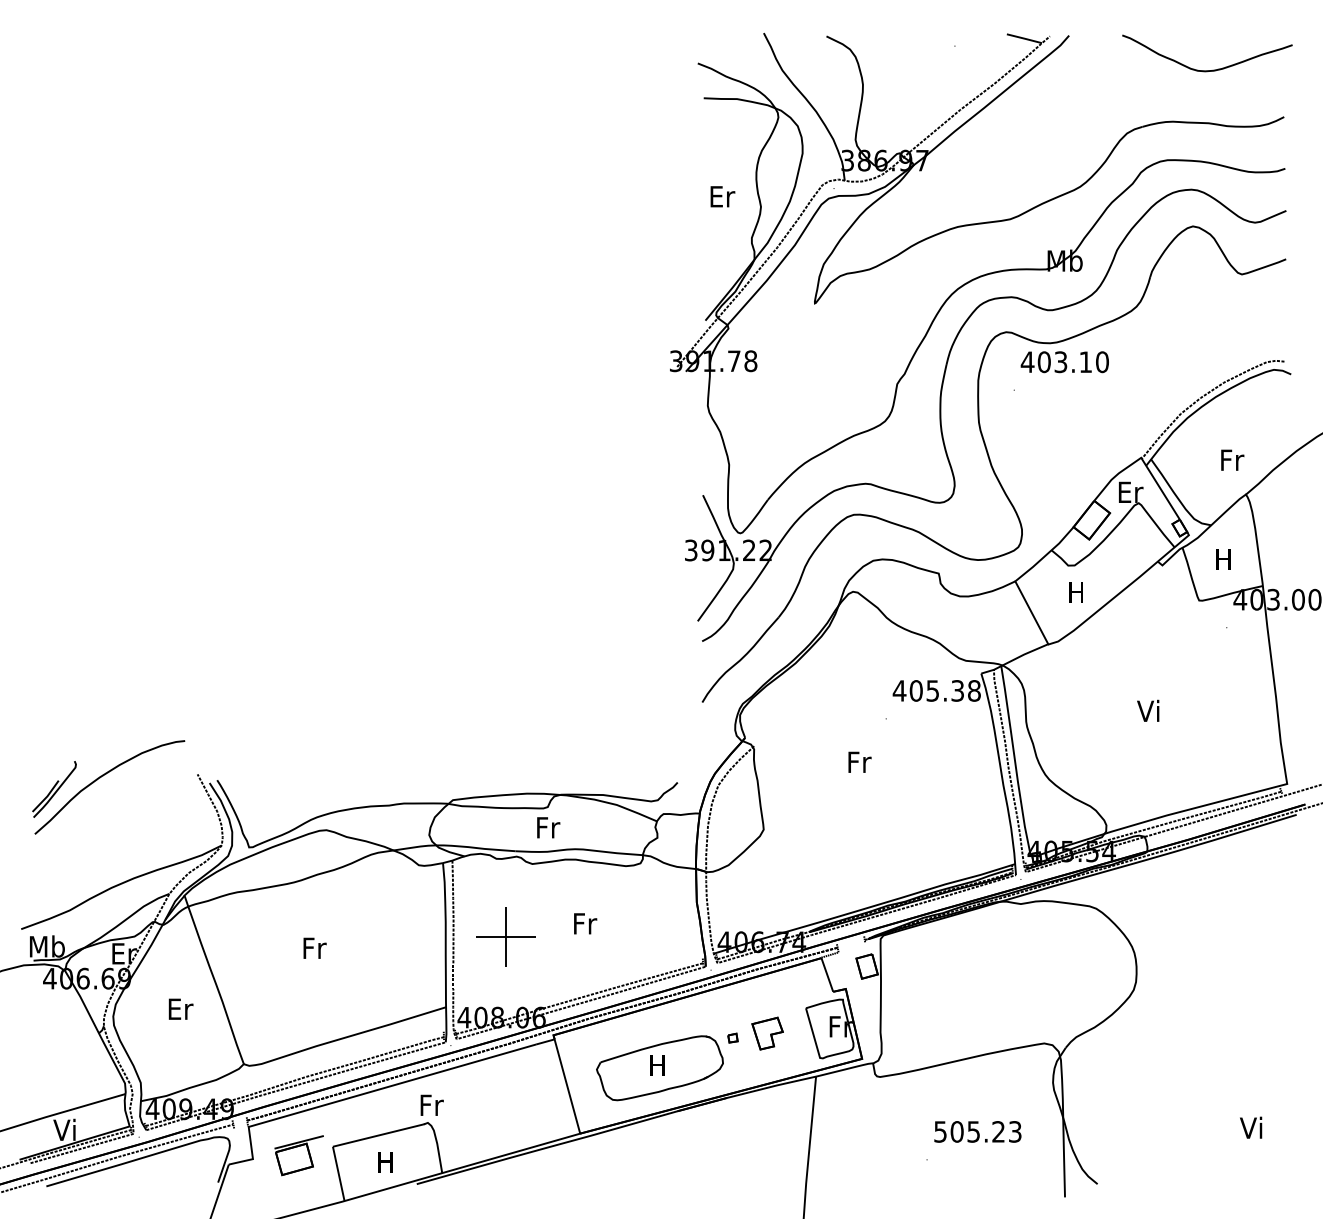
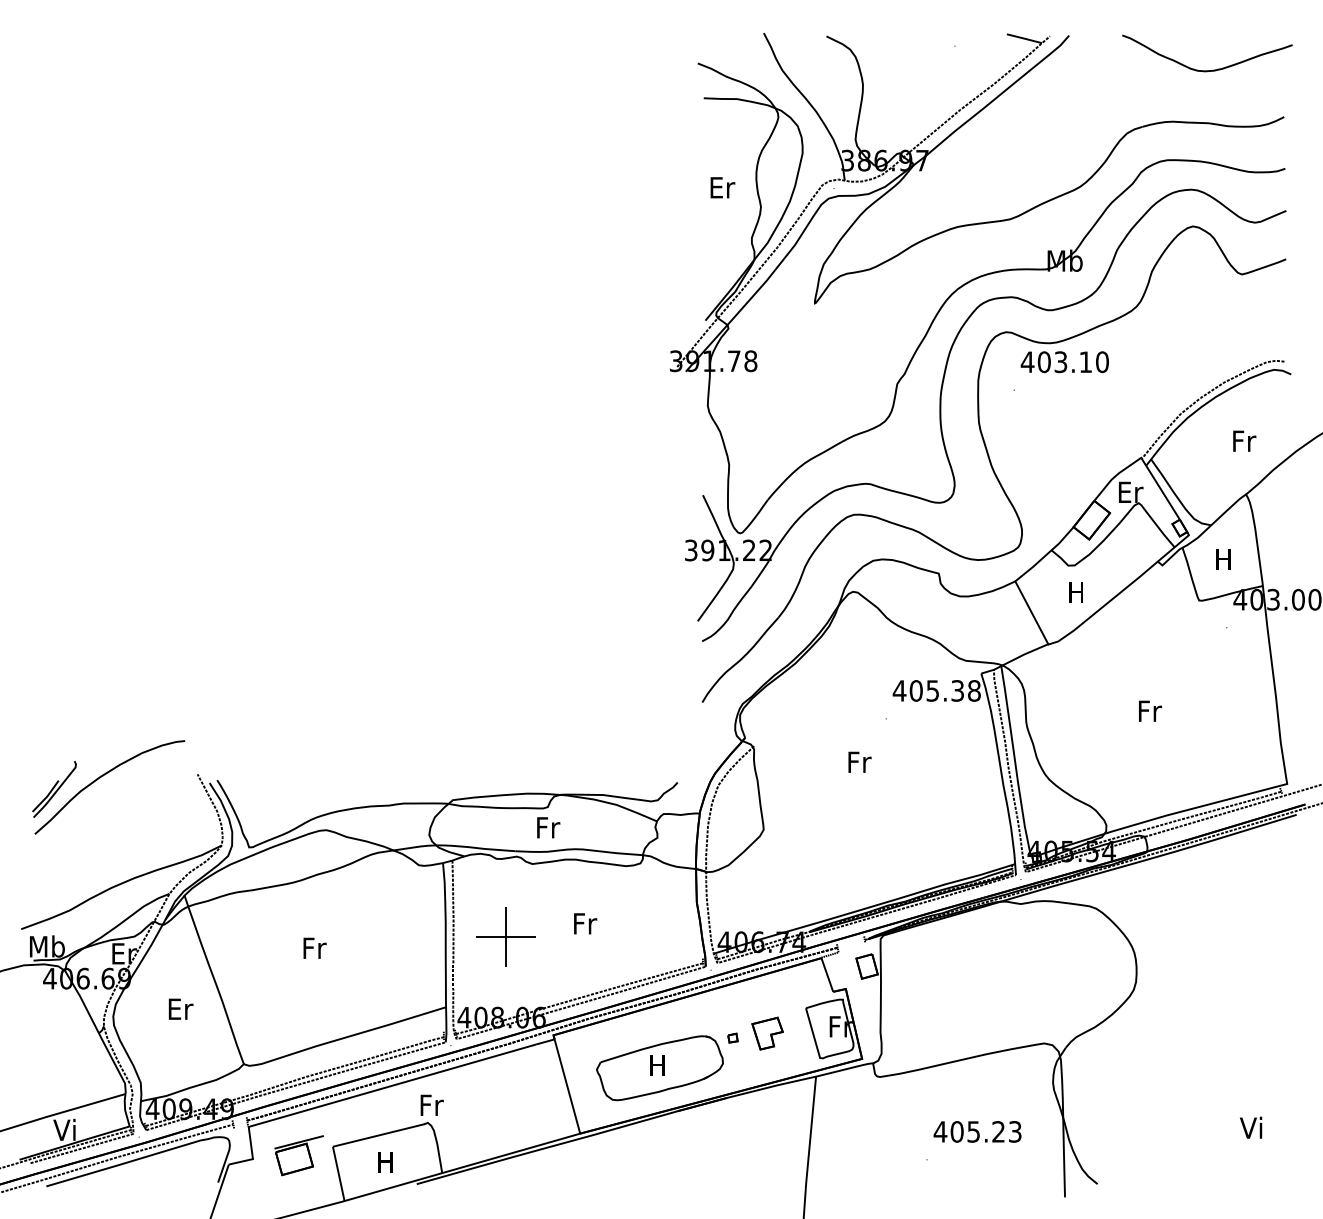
text at (722, 196) position: (722, 196) -> (722, 187)
text at (1232, 459) position: (1232, 459) -> (1244, 440)
text at (1149, 710): Vi -> Fr
text at (940, 1131): 505.23 -> 405.23
